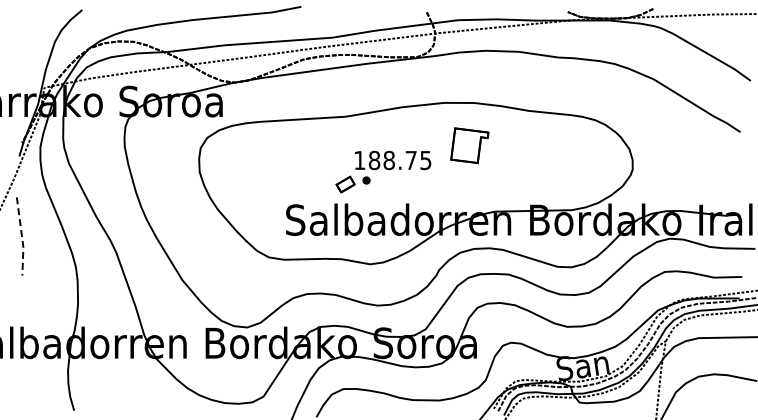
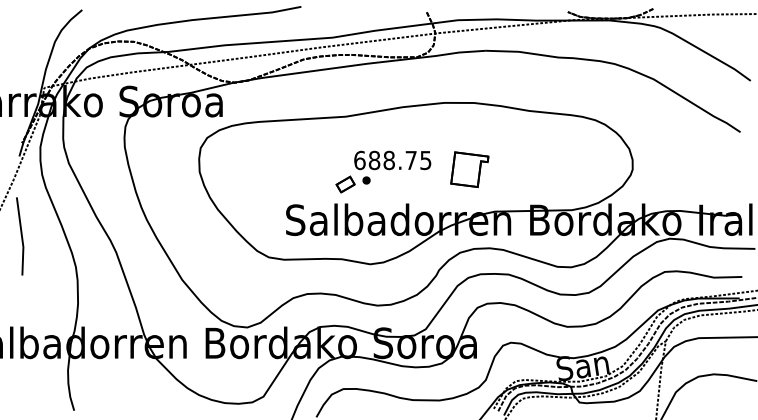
part at (469, 145) position: (469, 145) -> (469, 169)
text at (359, 160): 188.75 -> 688.75
line at (22, 237): dashed -> solid
